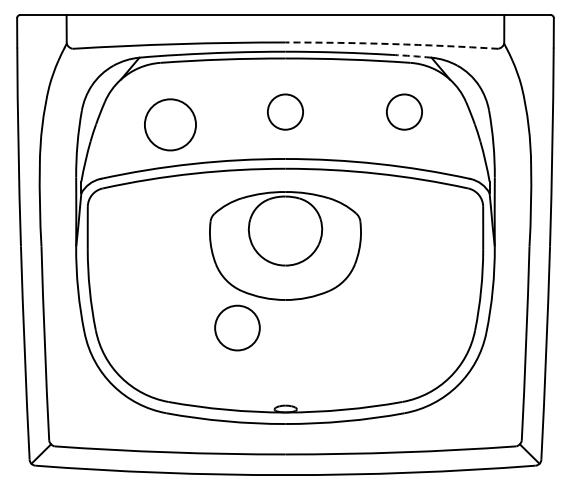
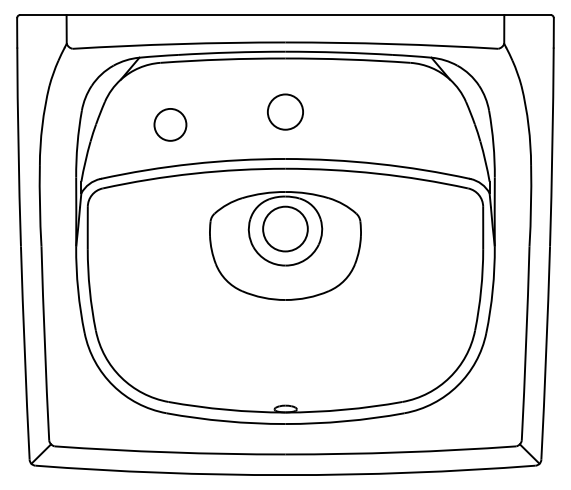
arc at (391, 44): dashed -> solid
arc at (412, 56): dashed -> solid
circle at (404, 111): present -> none
circle at (170, 124) diameter: 51 px -> 32 px
circle at (237, 327) position: (237, 327) -> (285, 228)
